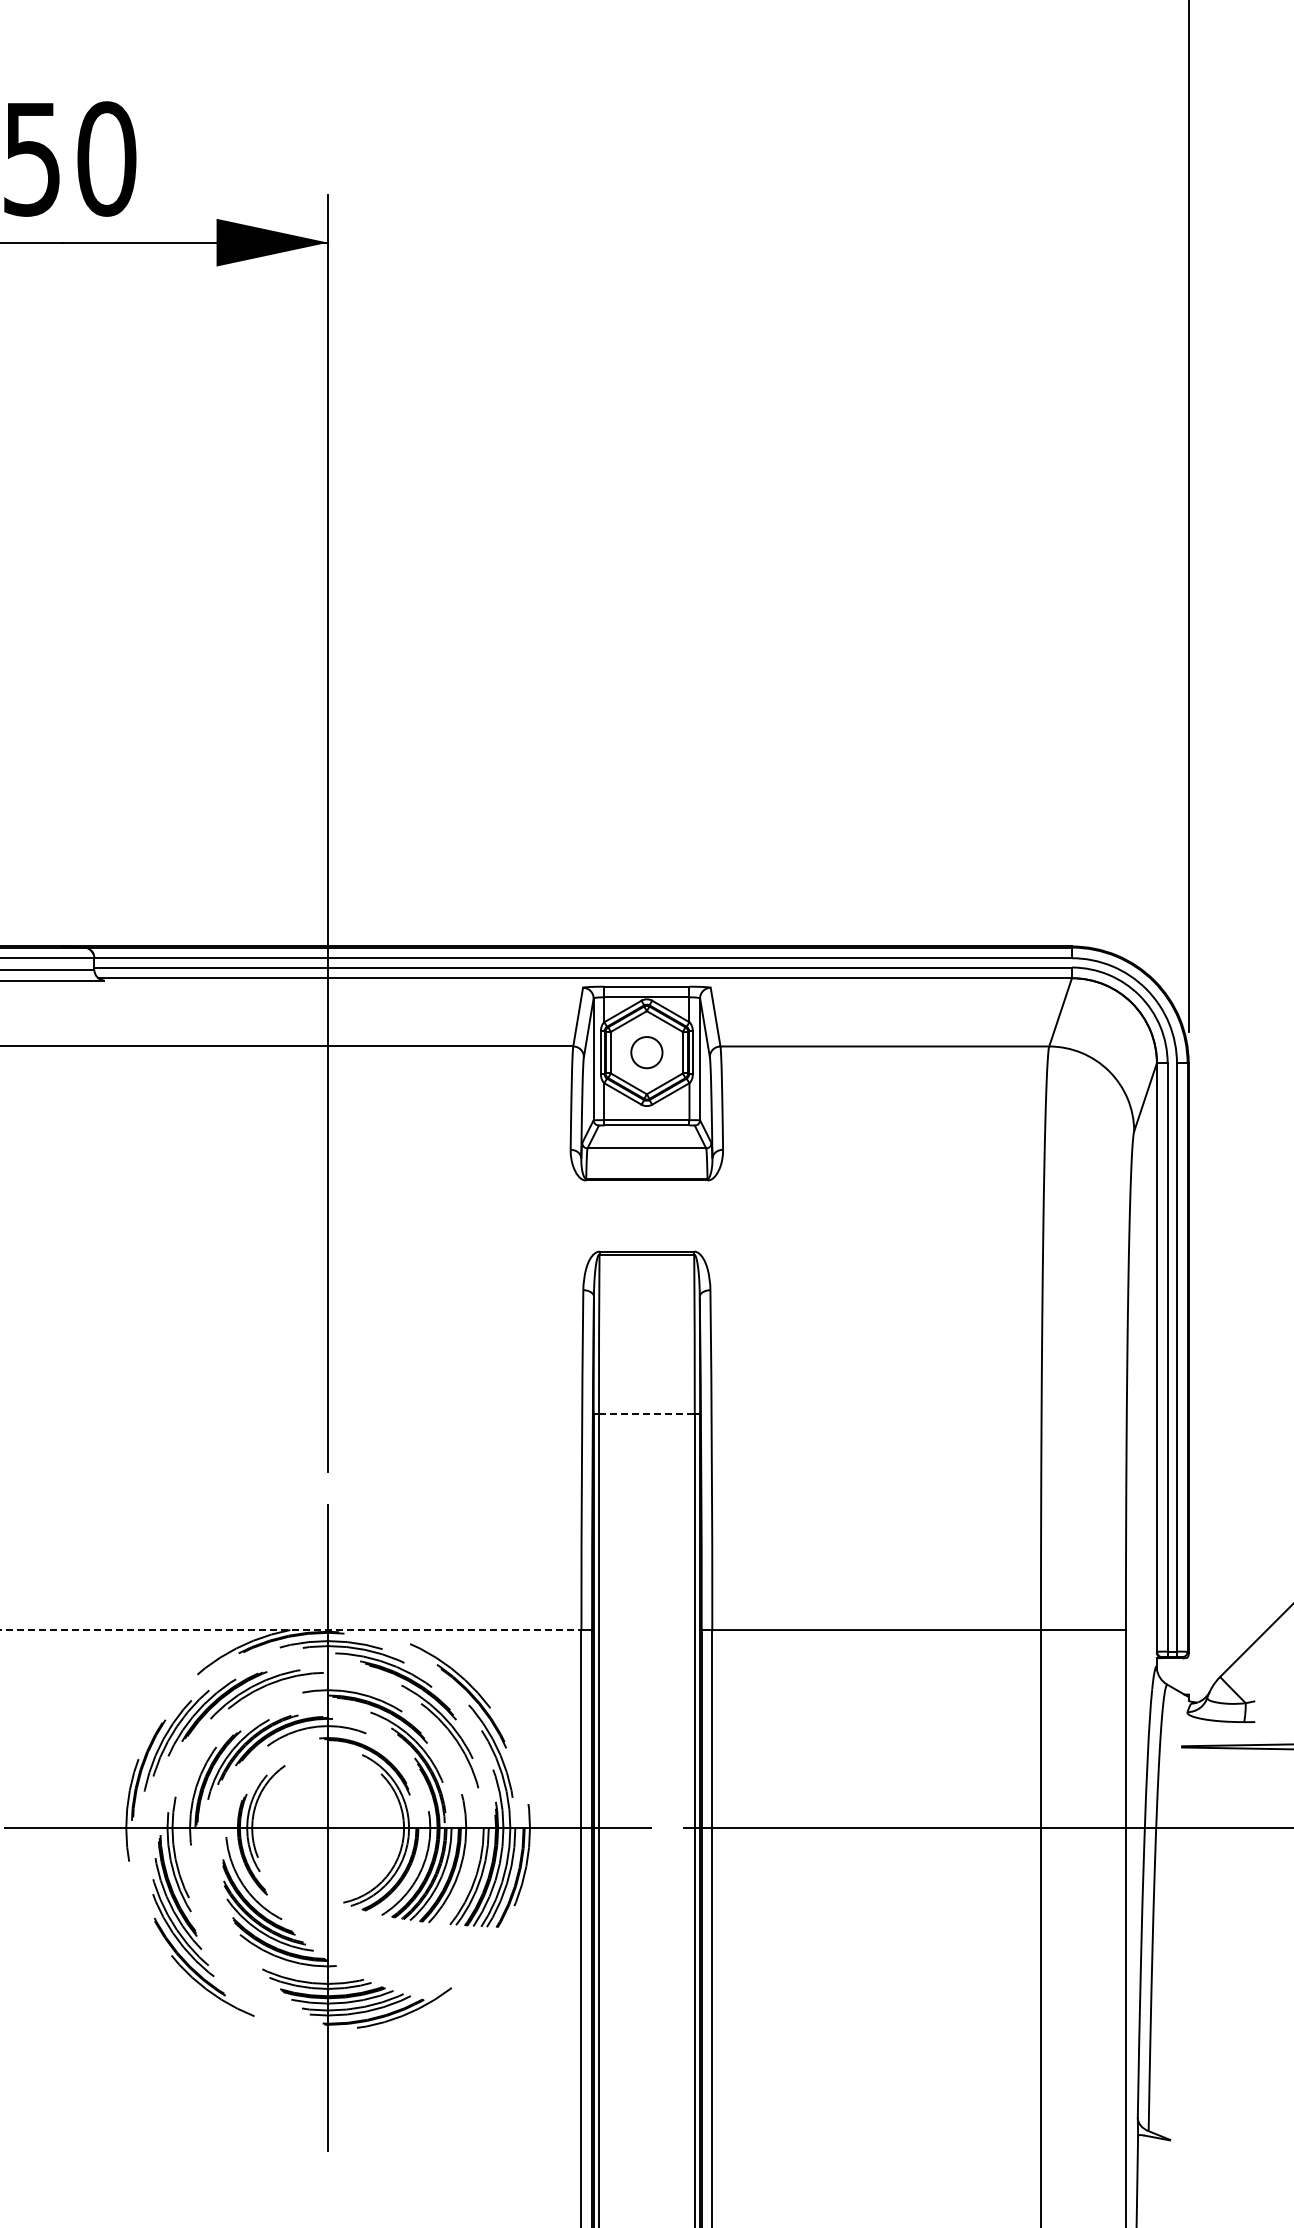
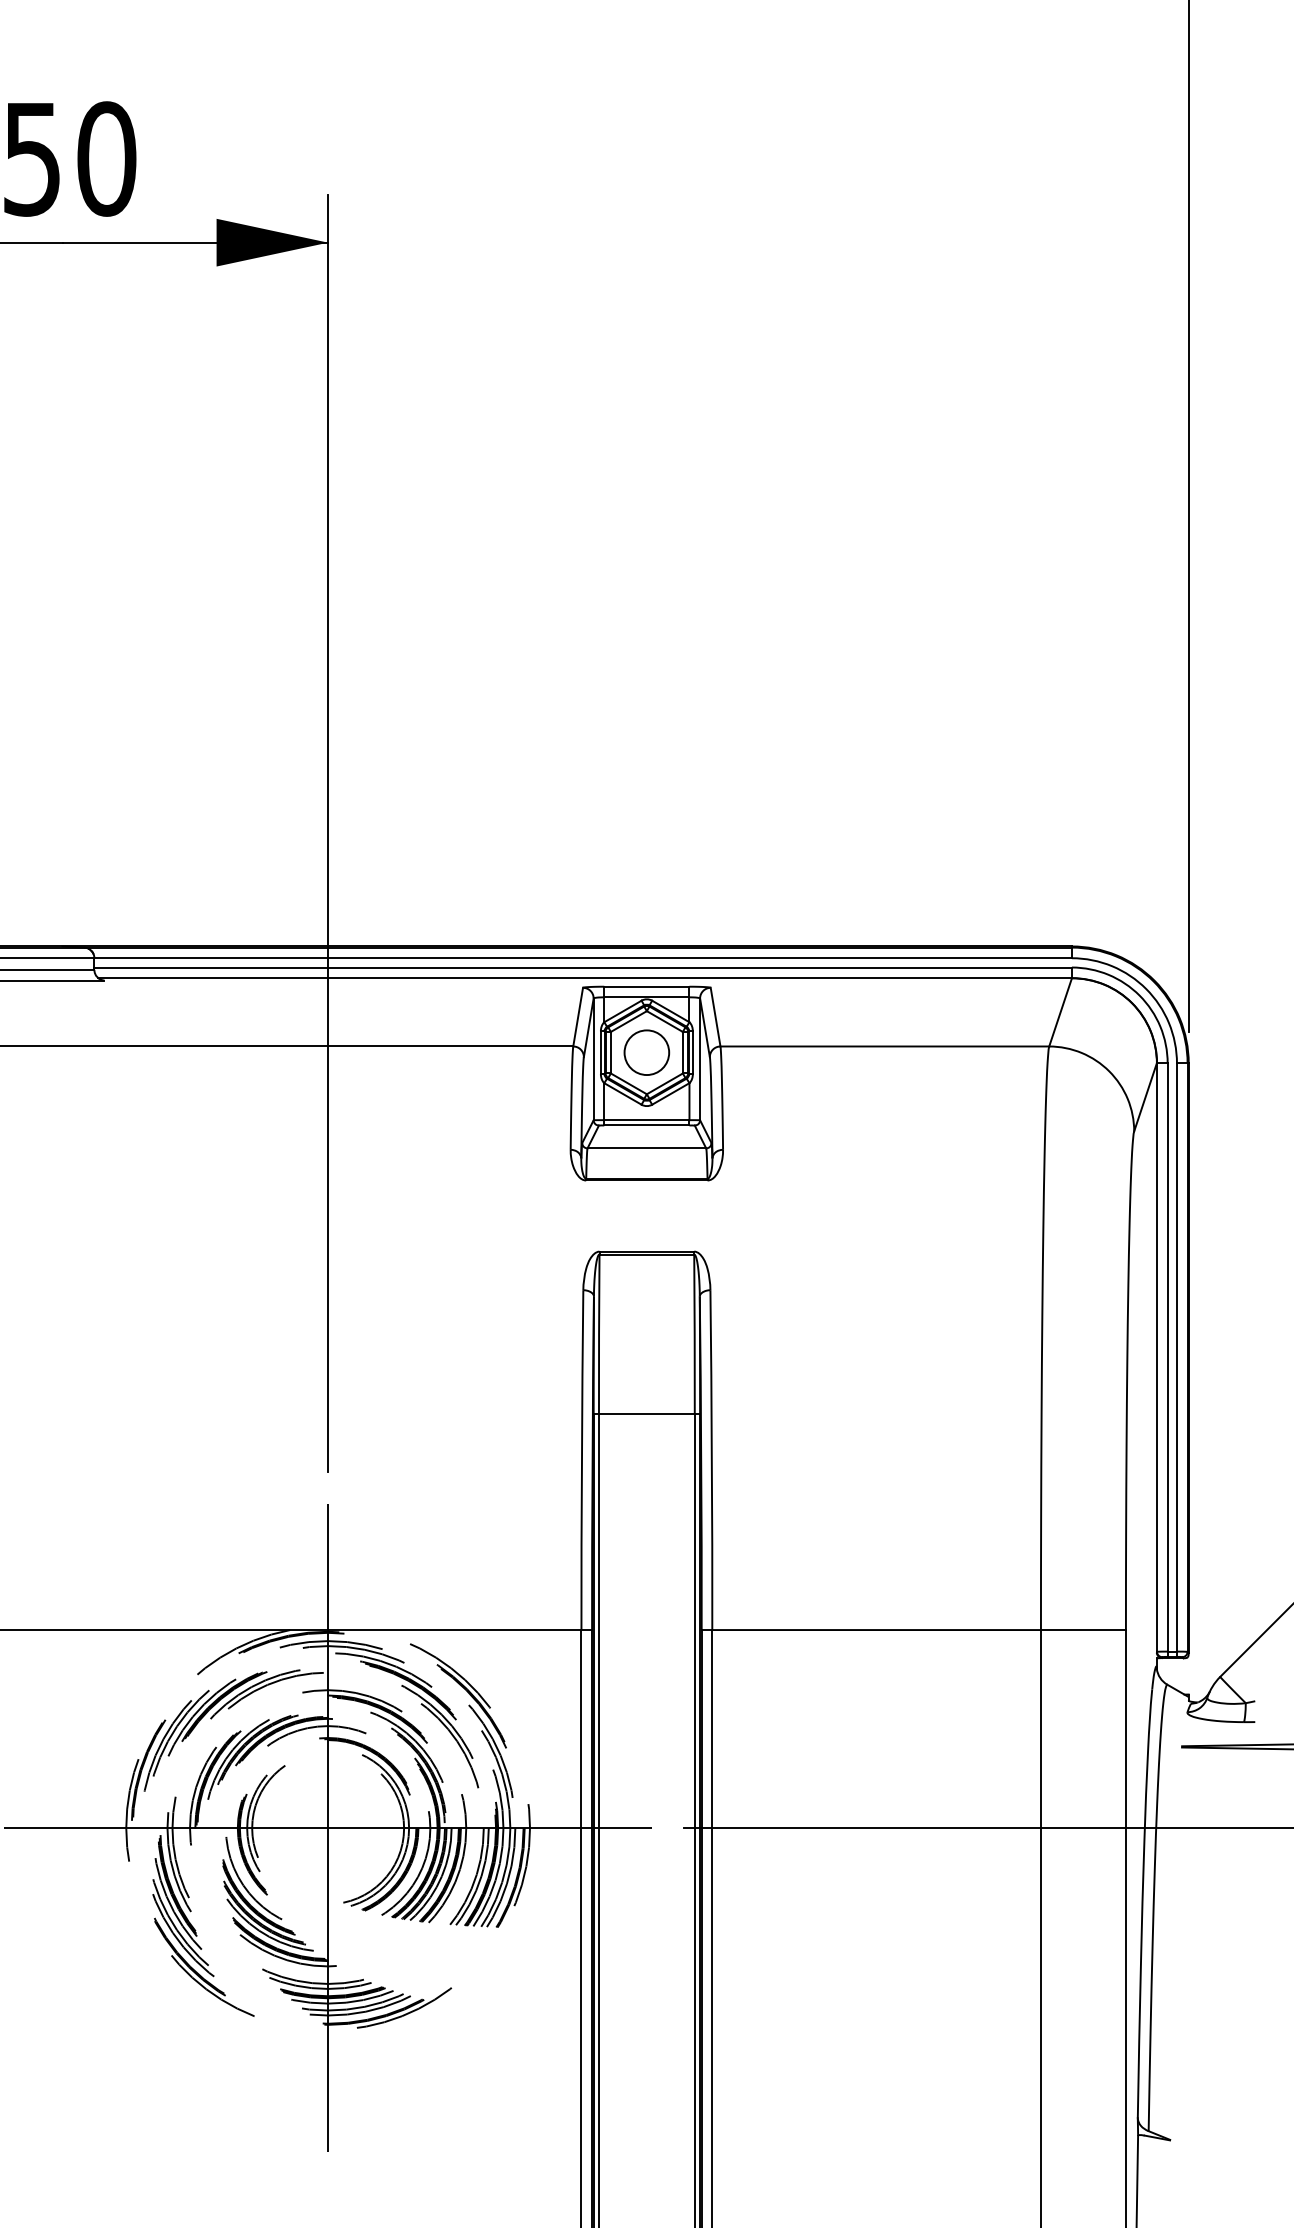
circle at (646, 1052) size: 34x34 px -> 48x47 px
line at (646, 1414): dashed -> solid
line at (291, 1630): dashed -> solid
